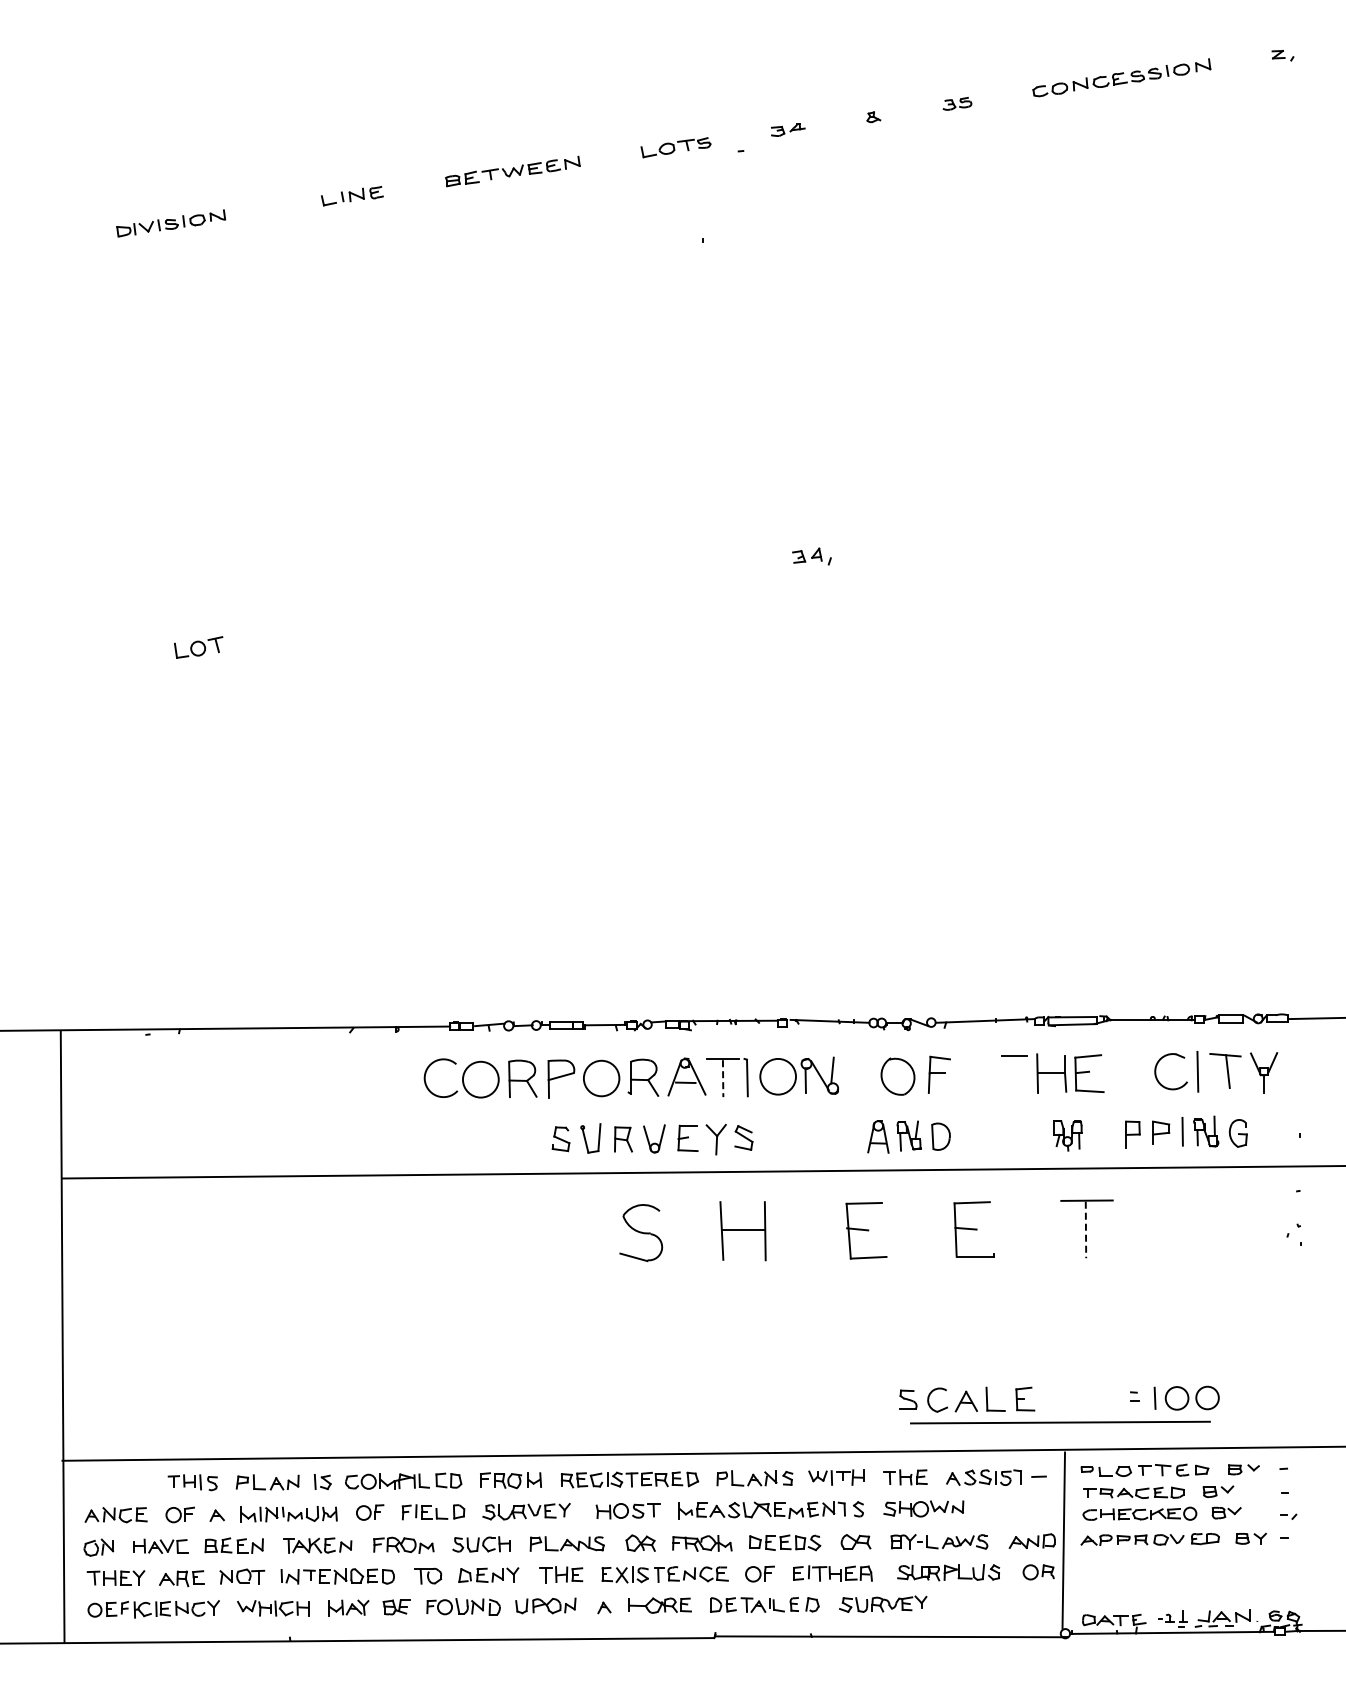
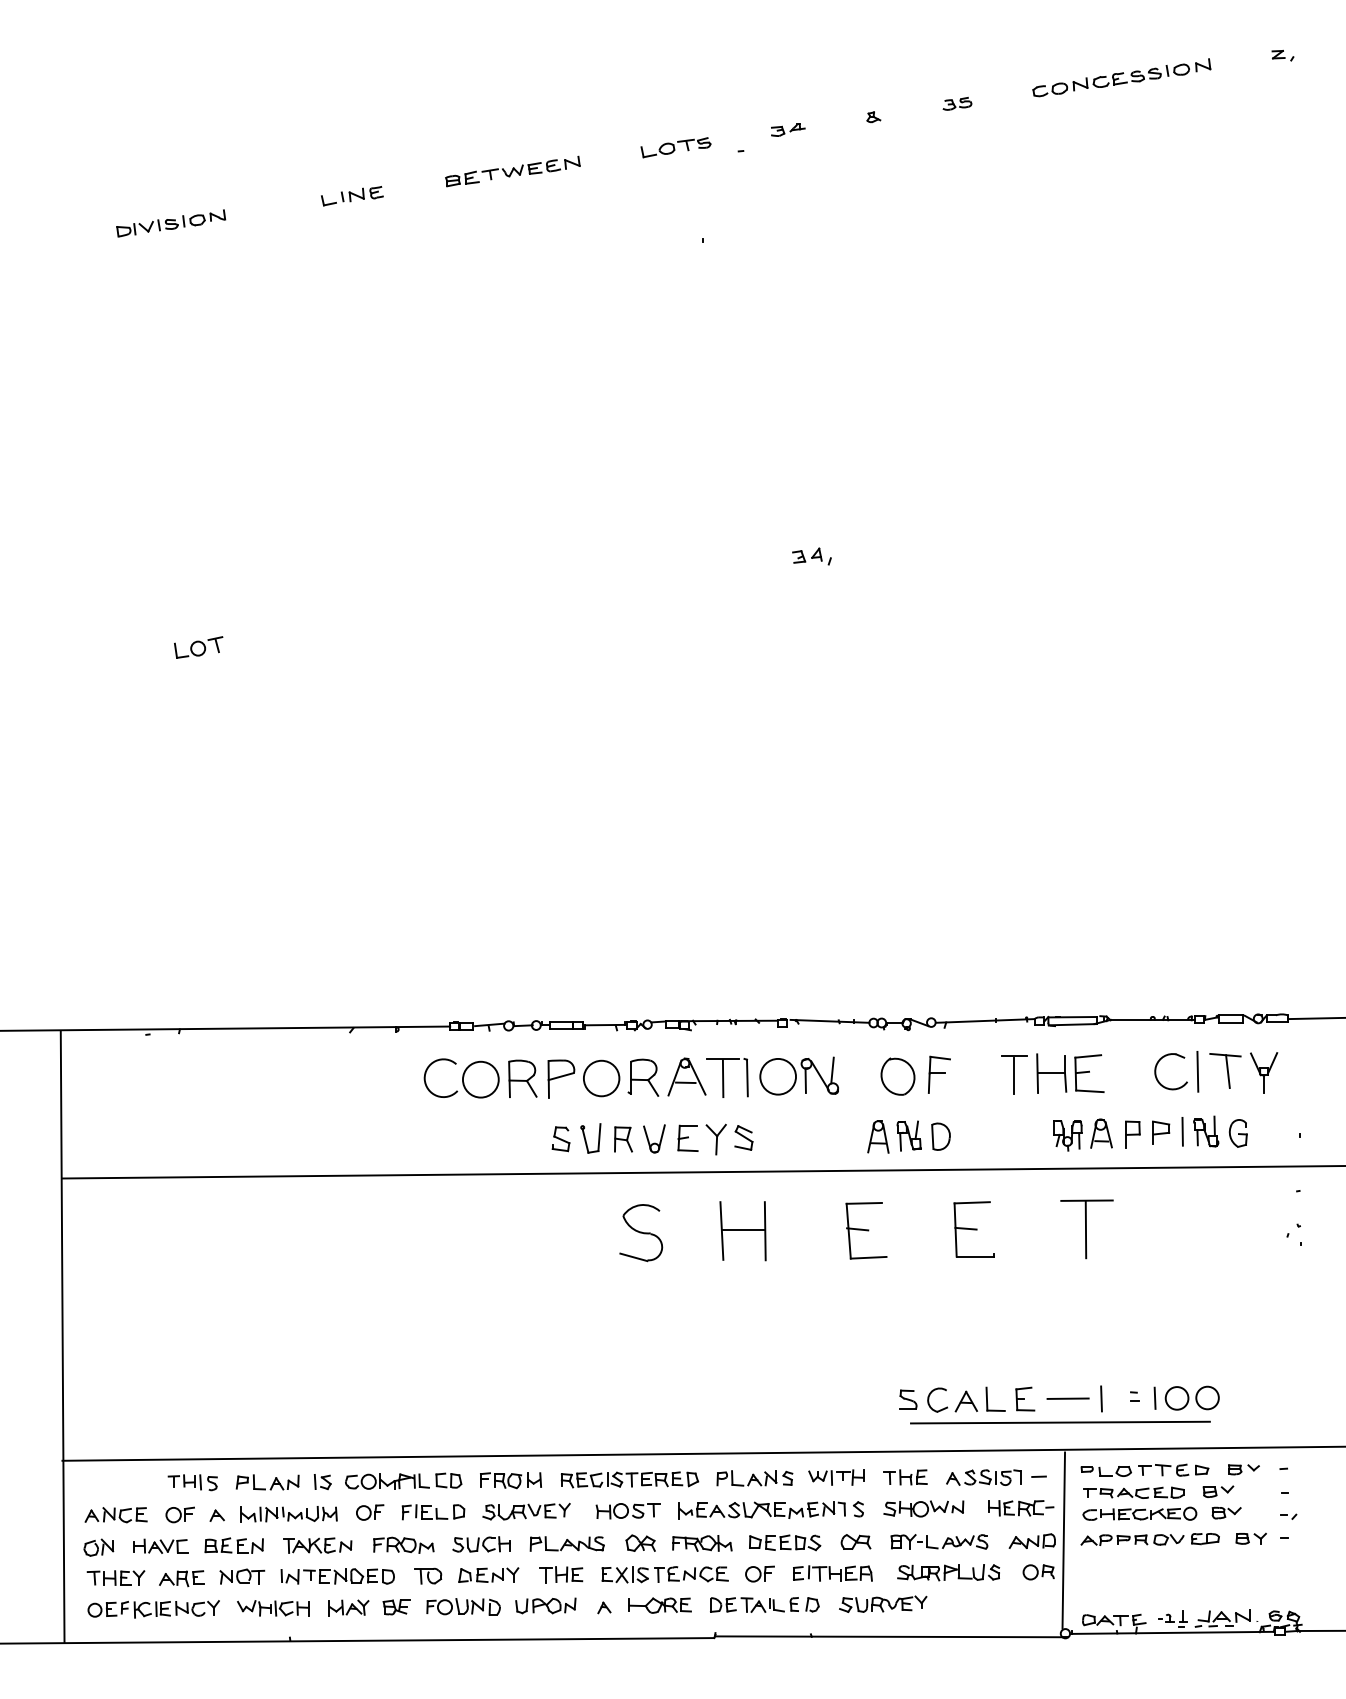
line at (1013, 1075): none -> present
line at (723, 1079): dashed -> solid
part at (1101, 1133): none -> present
line at (1085, 1230): dashed -> solid
line at (1067, 1398): none -> present
line at (1101, 1398): none -> present
part at (1021, 1508): none -> present
